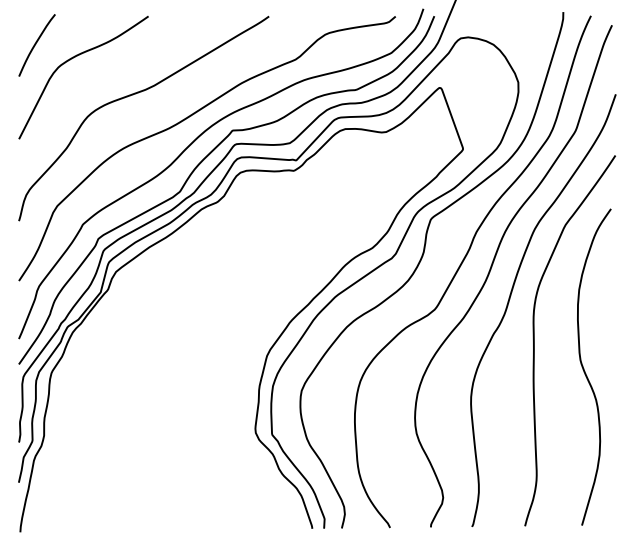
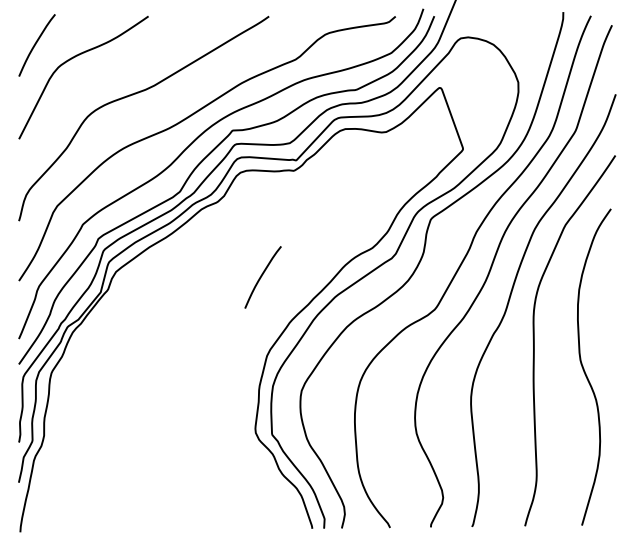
curve at (262, 276): none -> present
